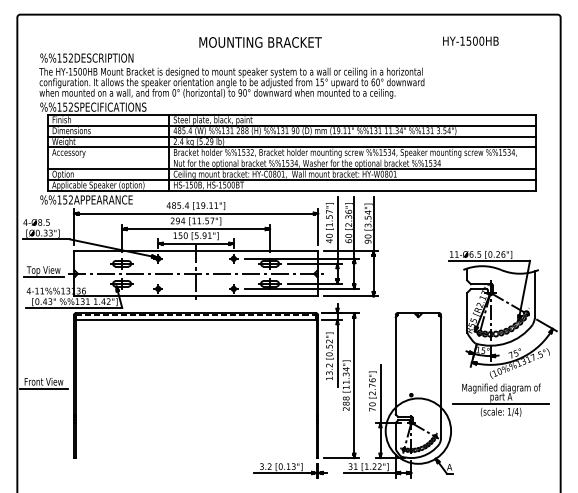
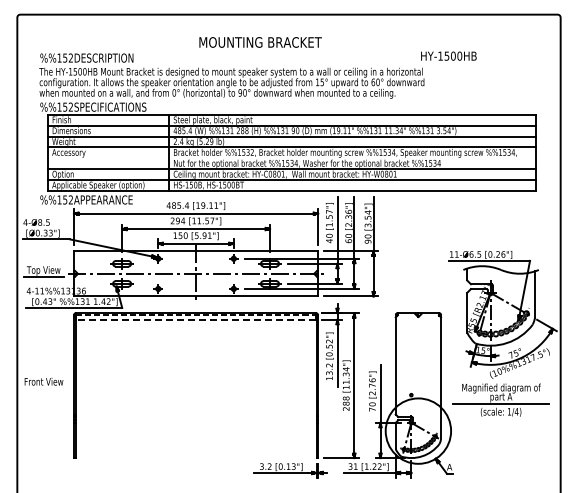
text at (470, 40) position: (470, 40) -> (448, 55)
line at (196, 319): solid -> dashed
line at (43, 388): present -> none
